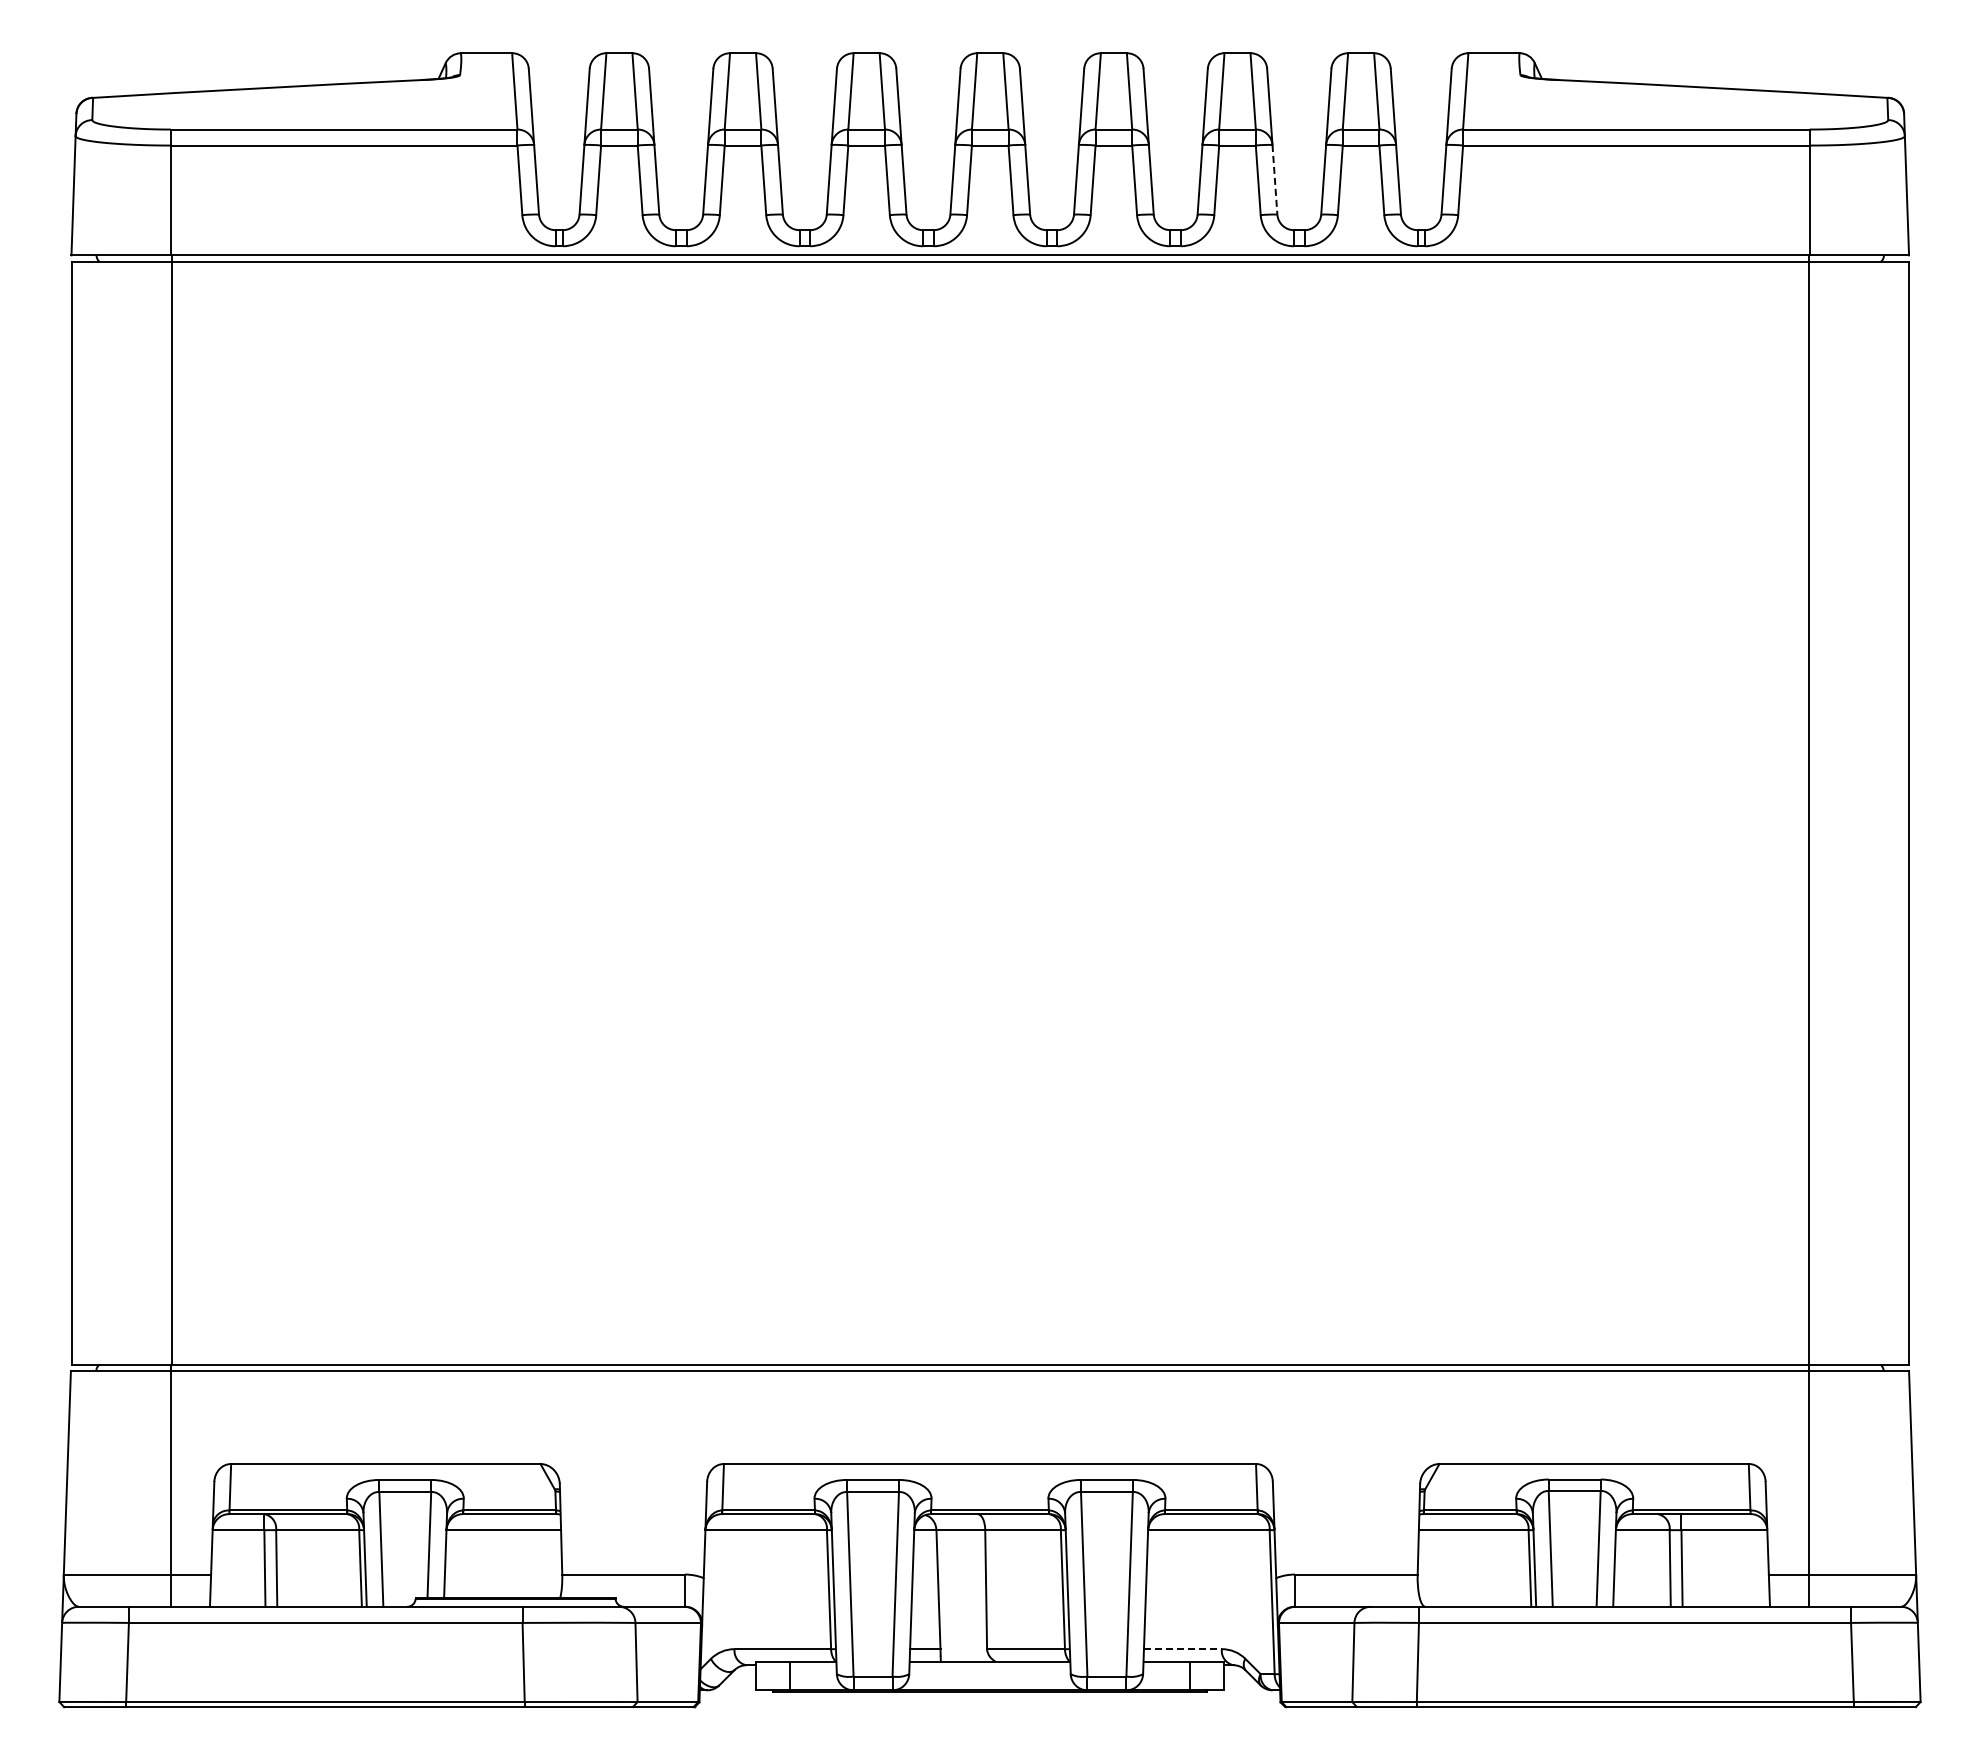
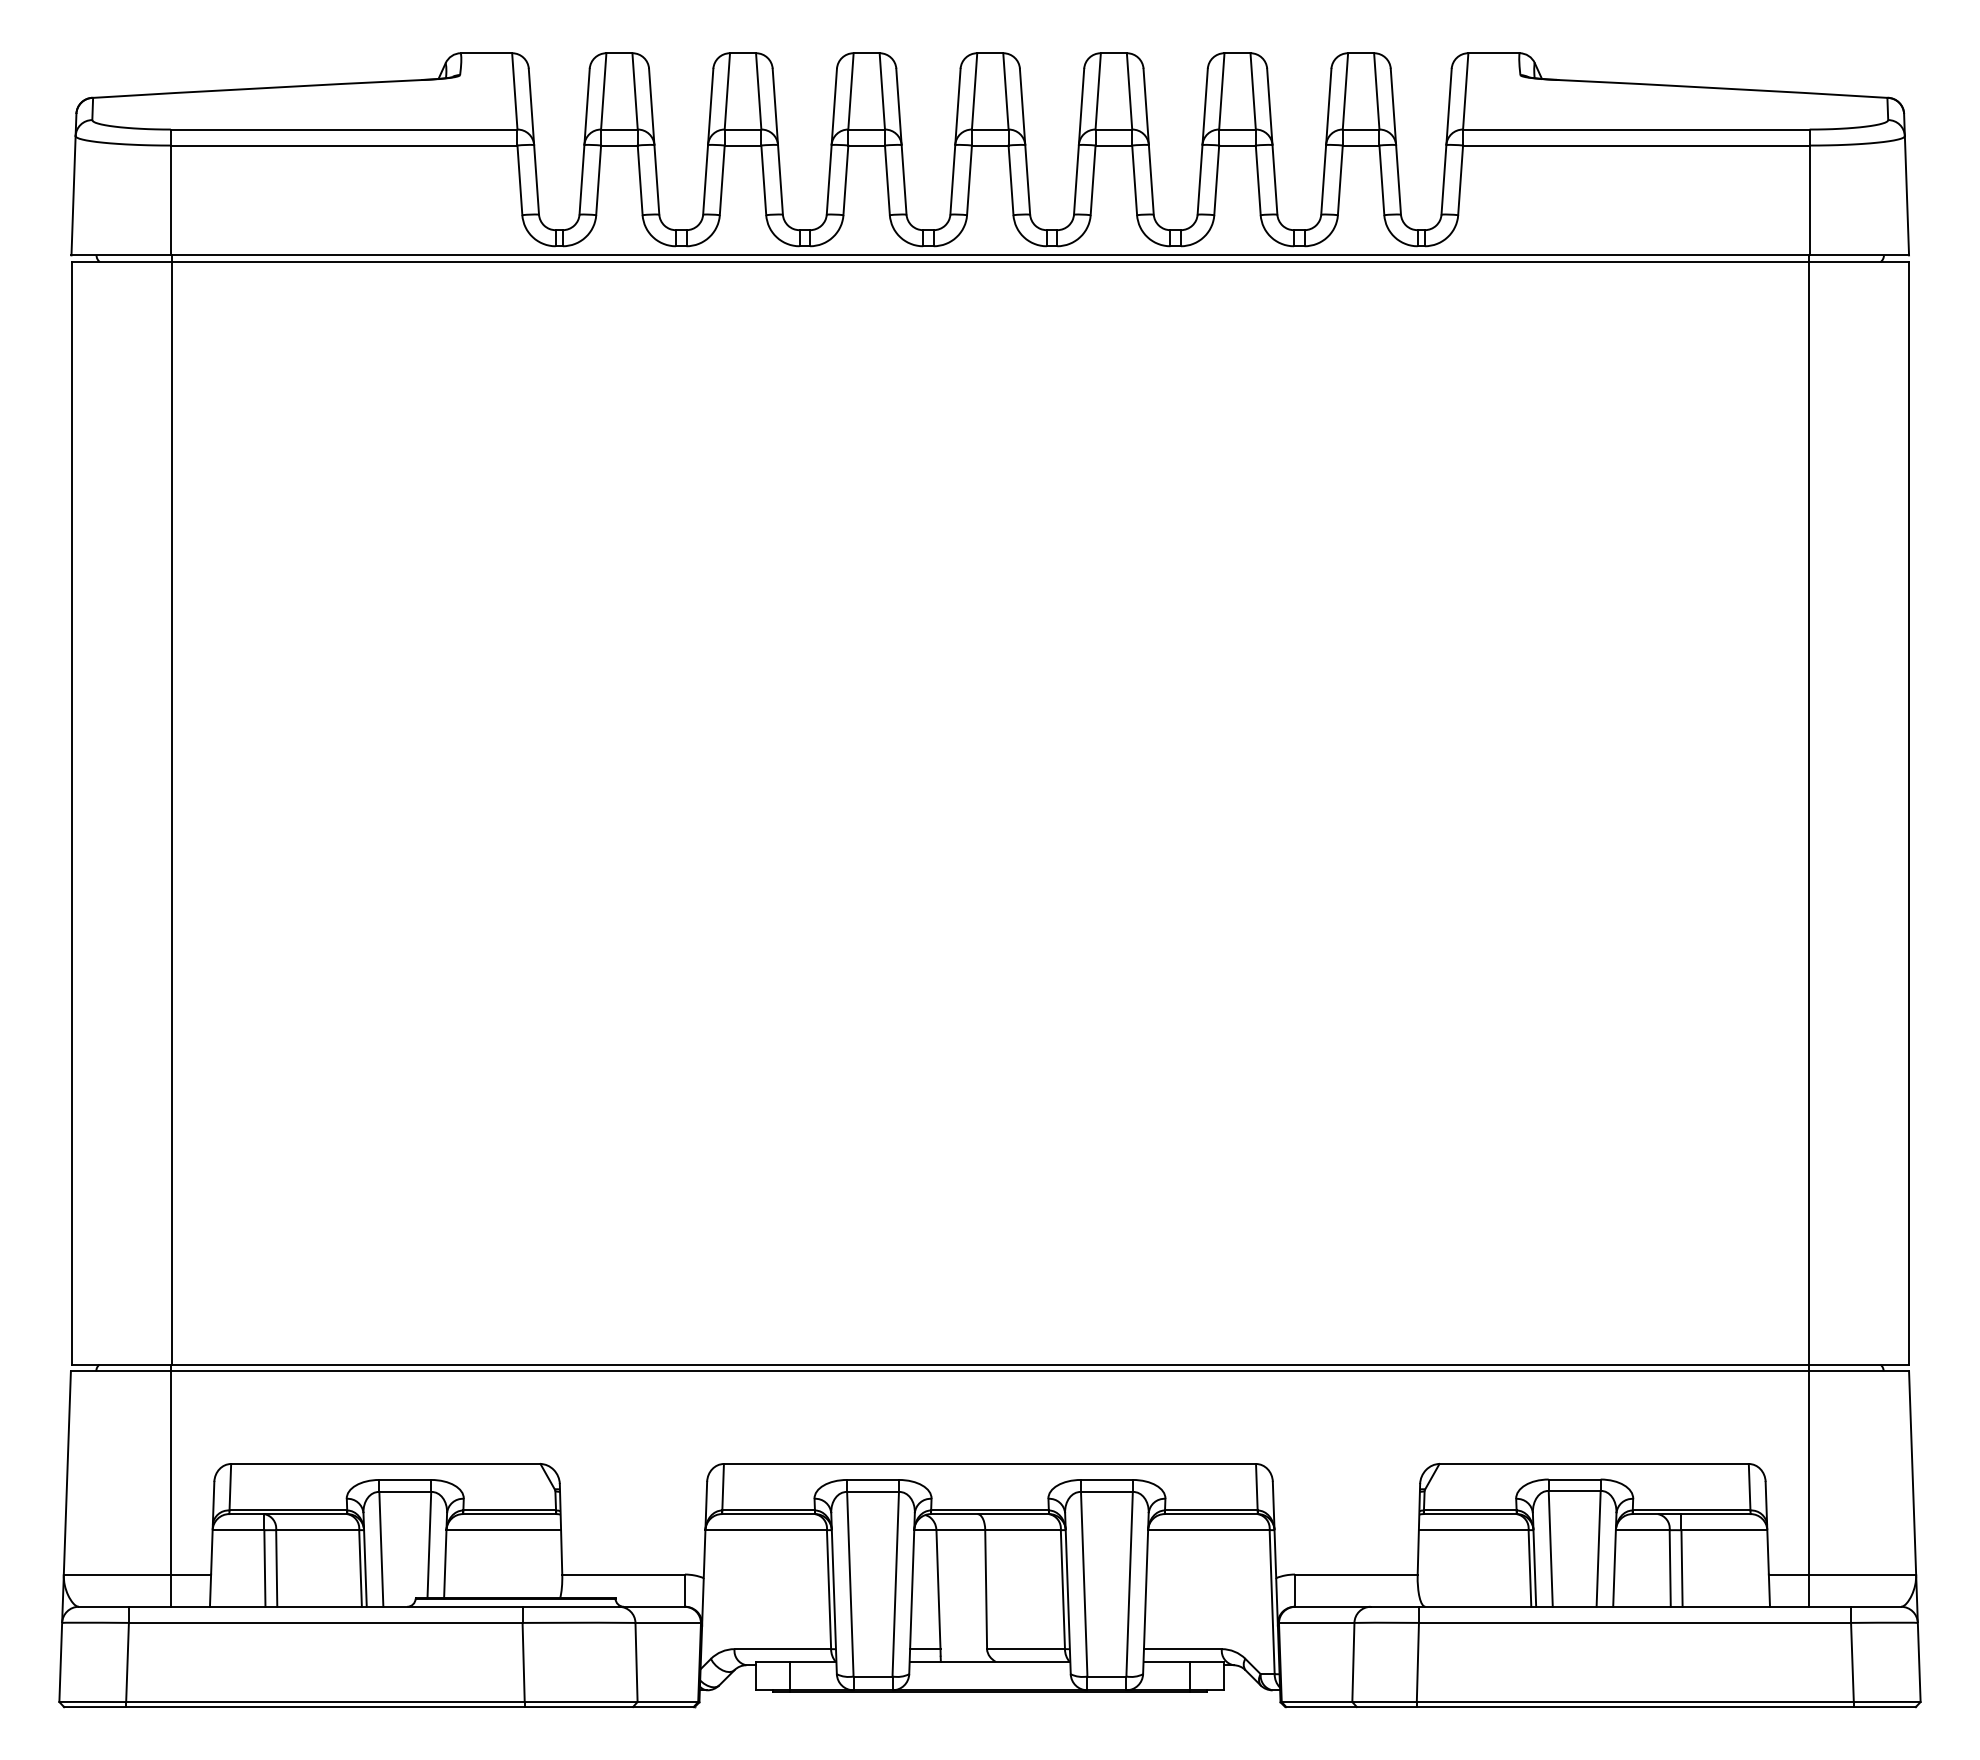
line at (1274, 179): dashed -> solid
line at (1182, 1649): dashed -> solid
